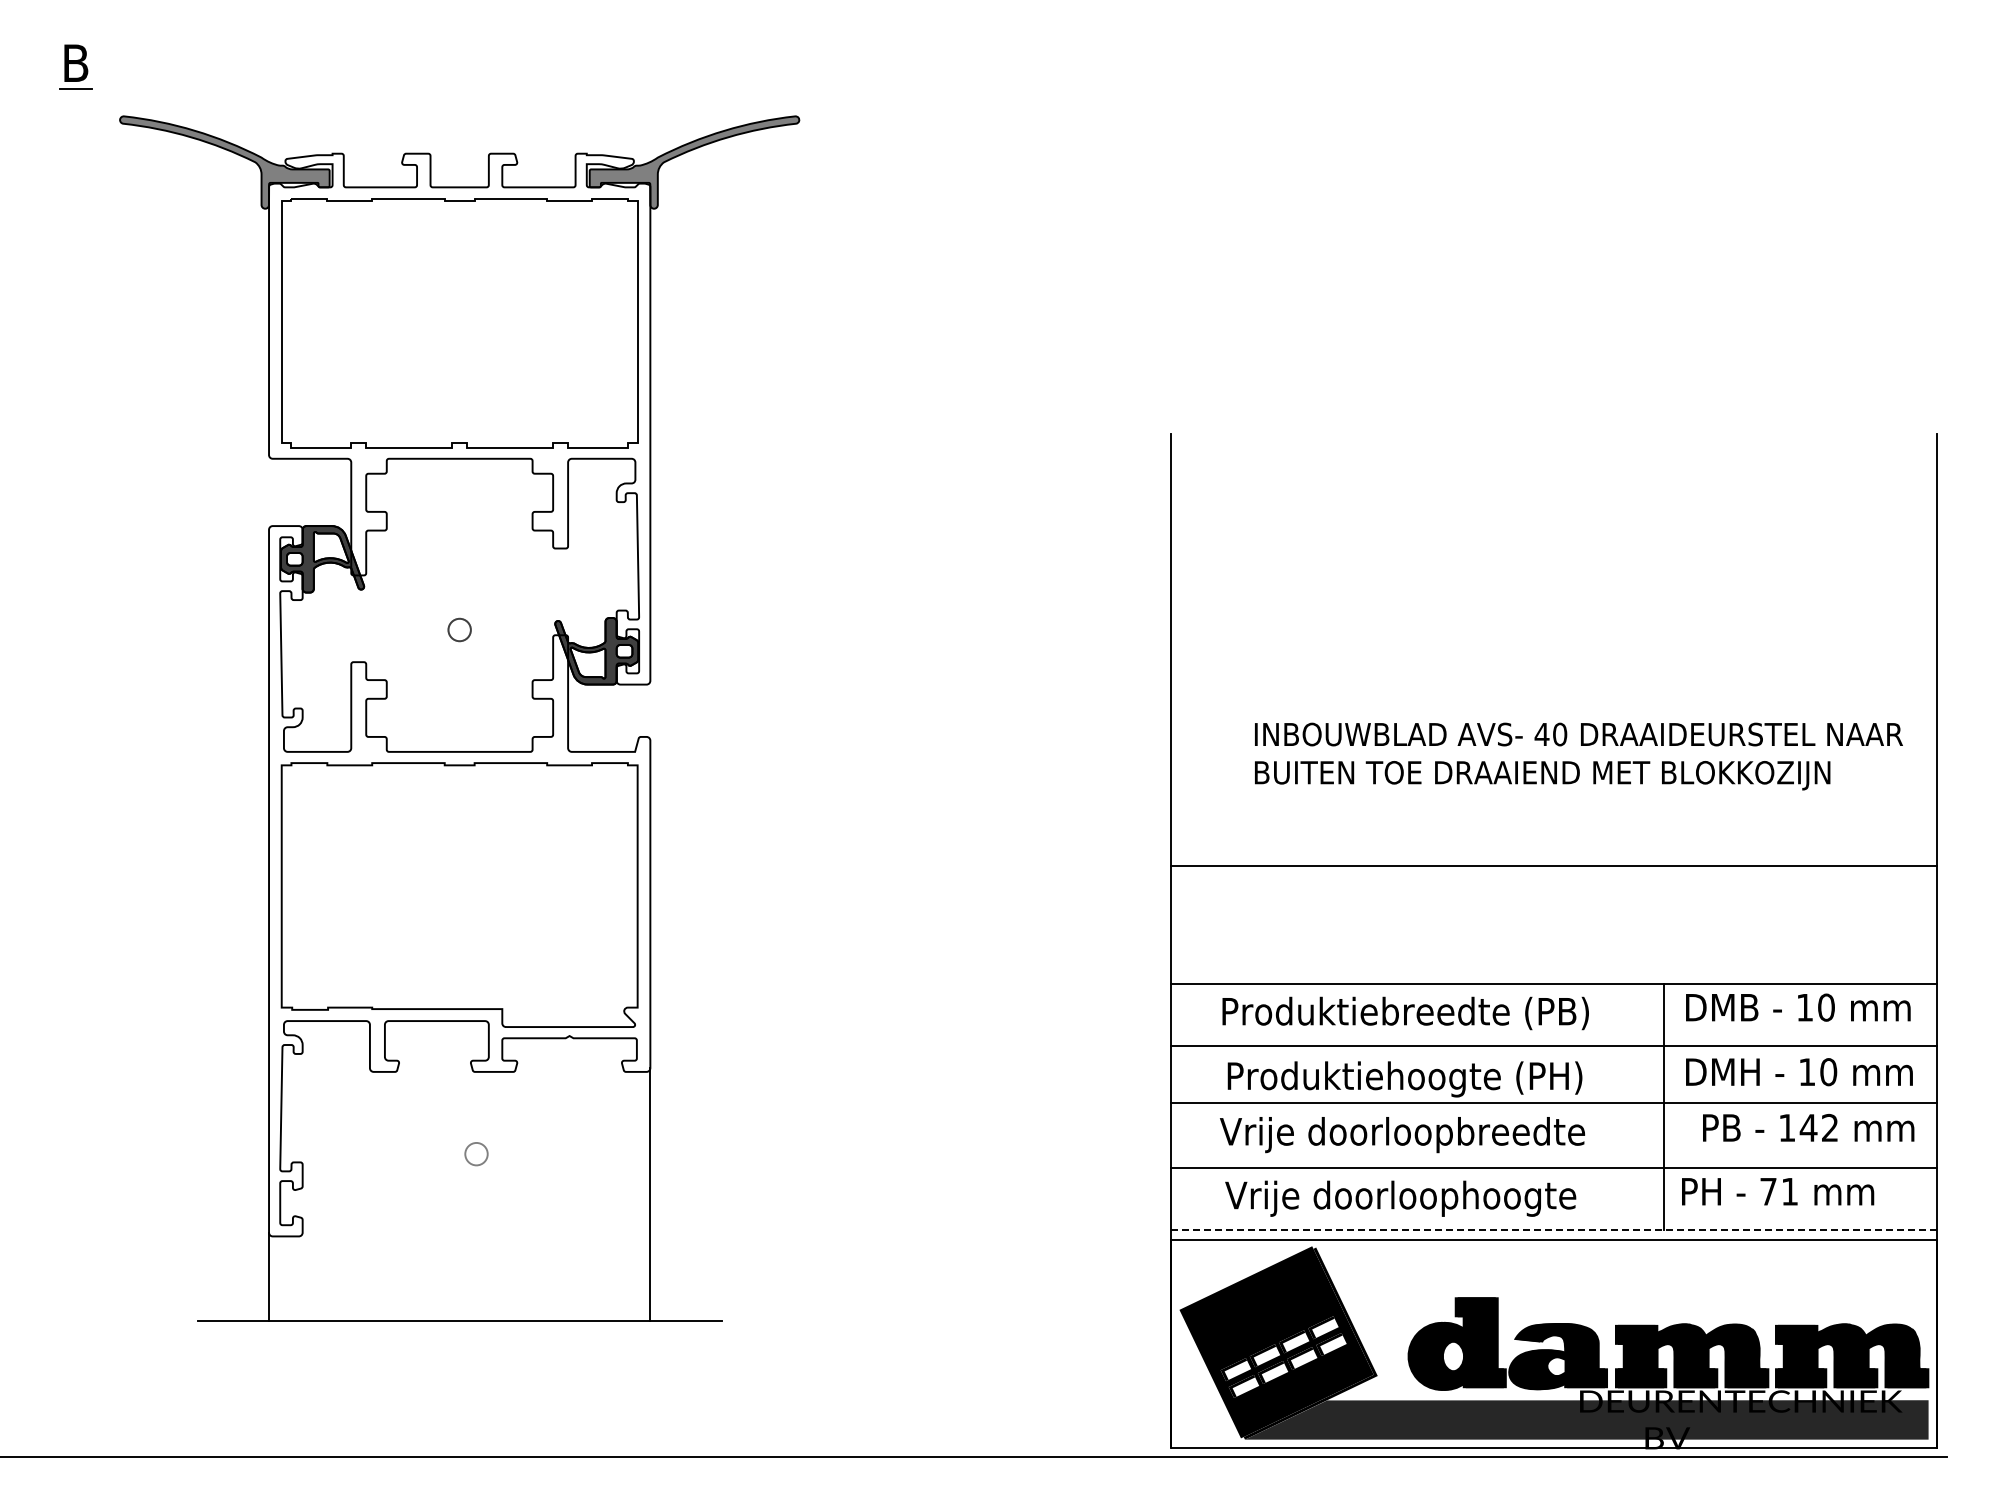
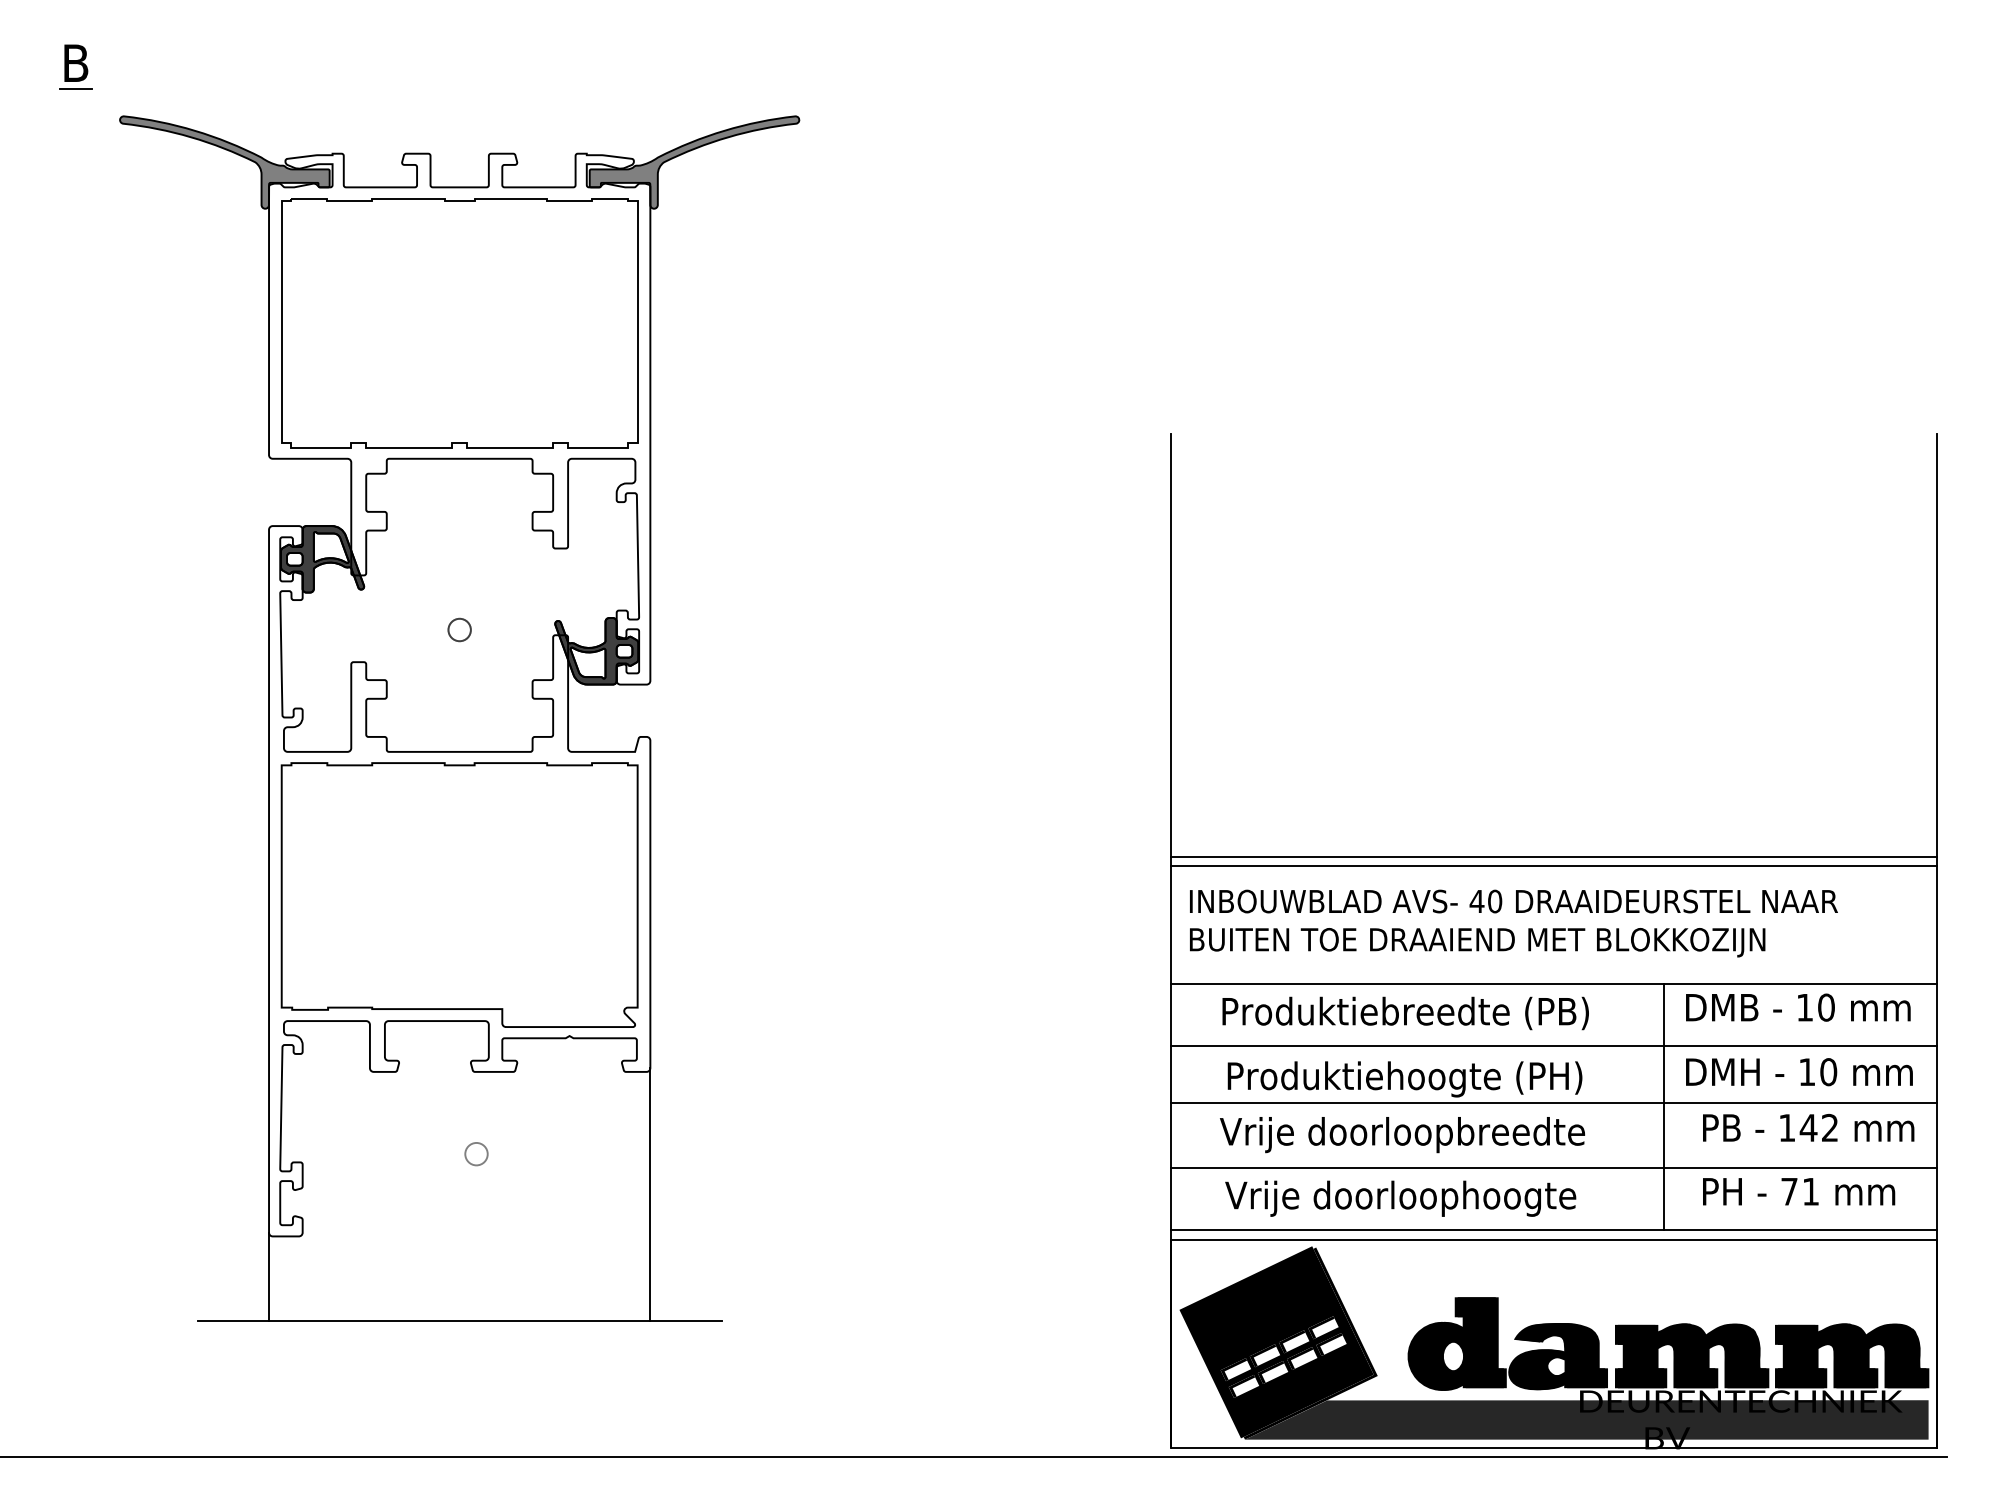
text at (1578, 756) position: (1578, 756) -> (1513, 923)
line at (1553, 856): none -> present
text at (1778, 1191) position: (1778, 1191) -> (1799, 1191)
line at (1554, 1230): dashed -> solid
